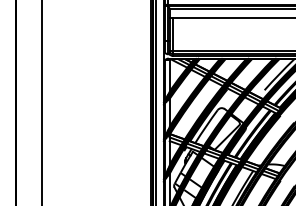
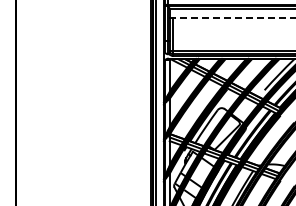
line at (233, 17): solid -> dashed
line at (41, 102): present -> none
